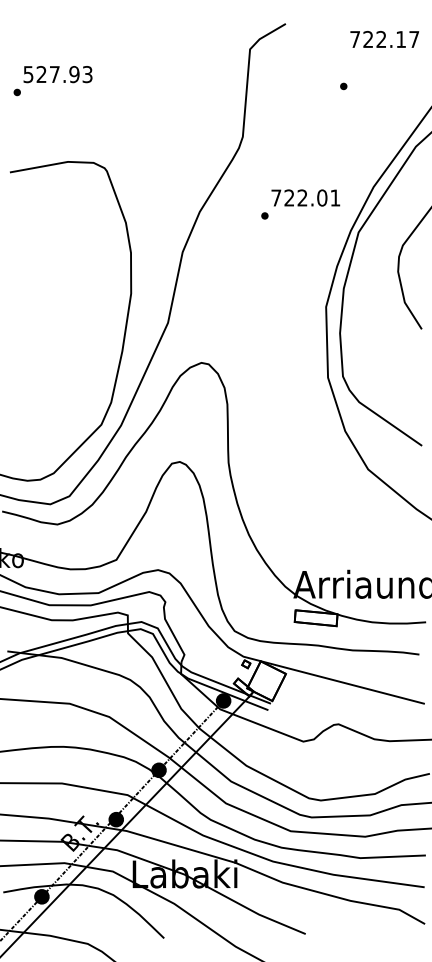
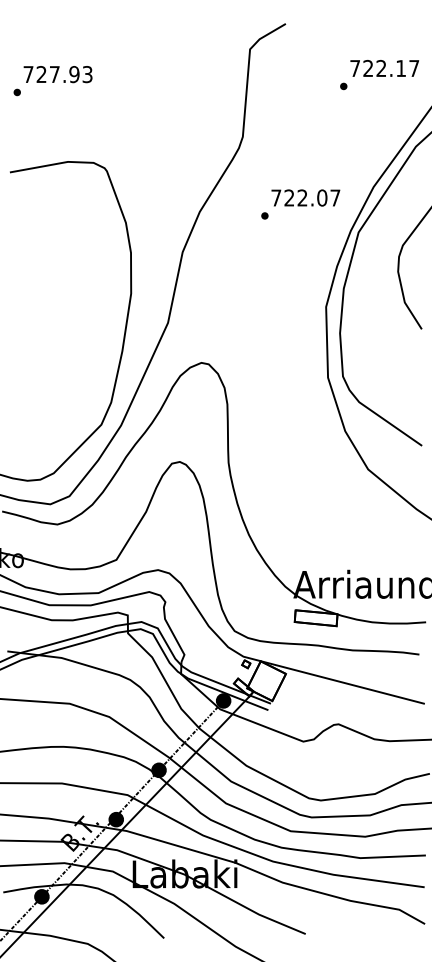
text at (384, 39) position: (384, 39) -> (384, 68)
text at (28, 74): 527.93 -> 727.93
text at (335, 197): 722.01 -> 722.07
